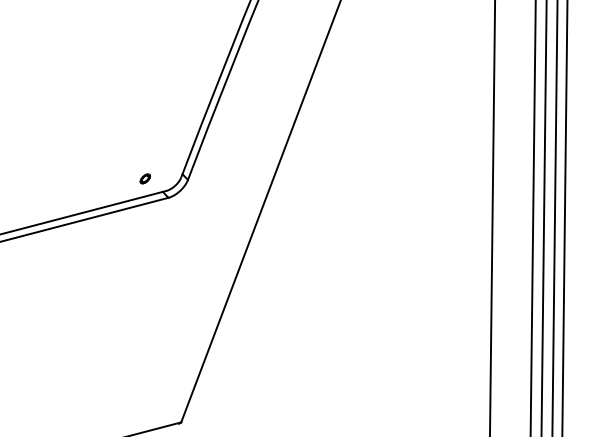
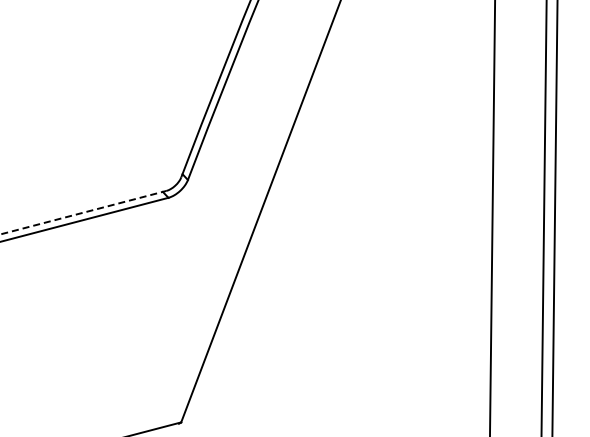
part at (144, 178): present -> none
line at (83, 212): solid -> dashed
line at (532, 217): present -> none
line at (564, 217): present -> none
